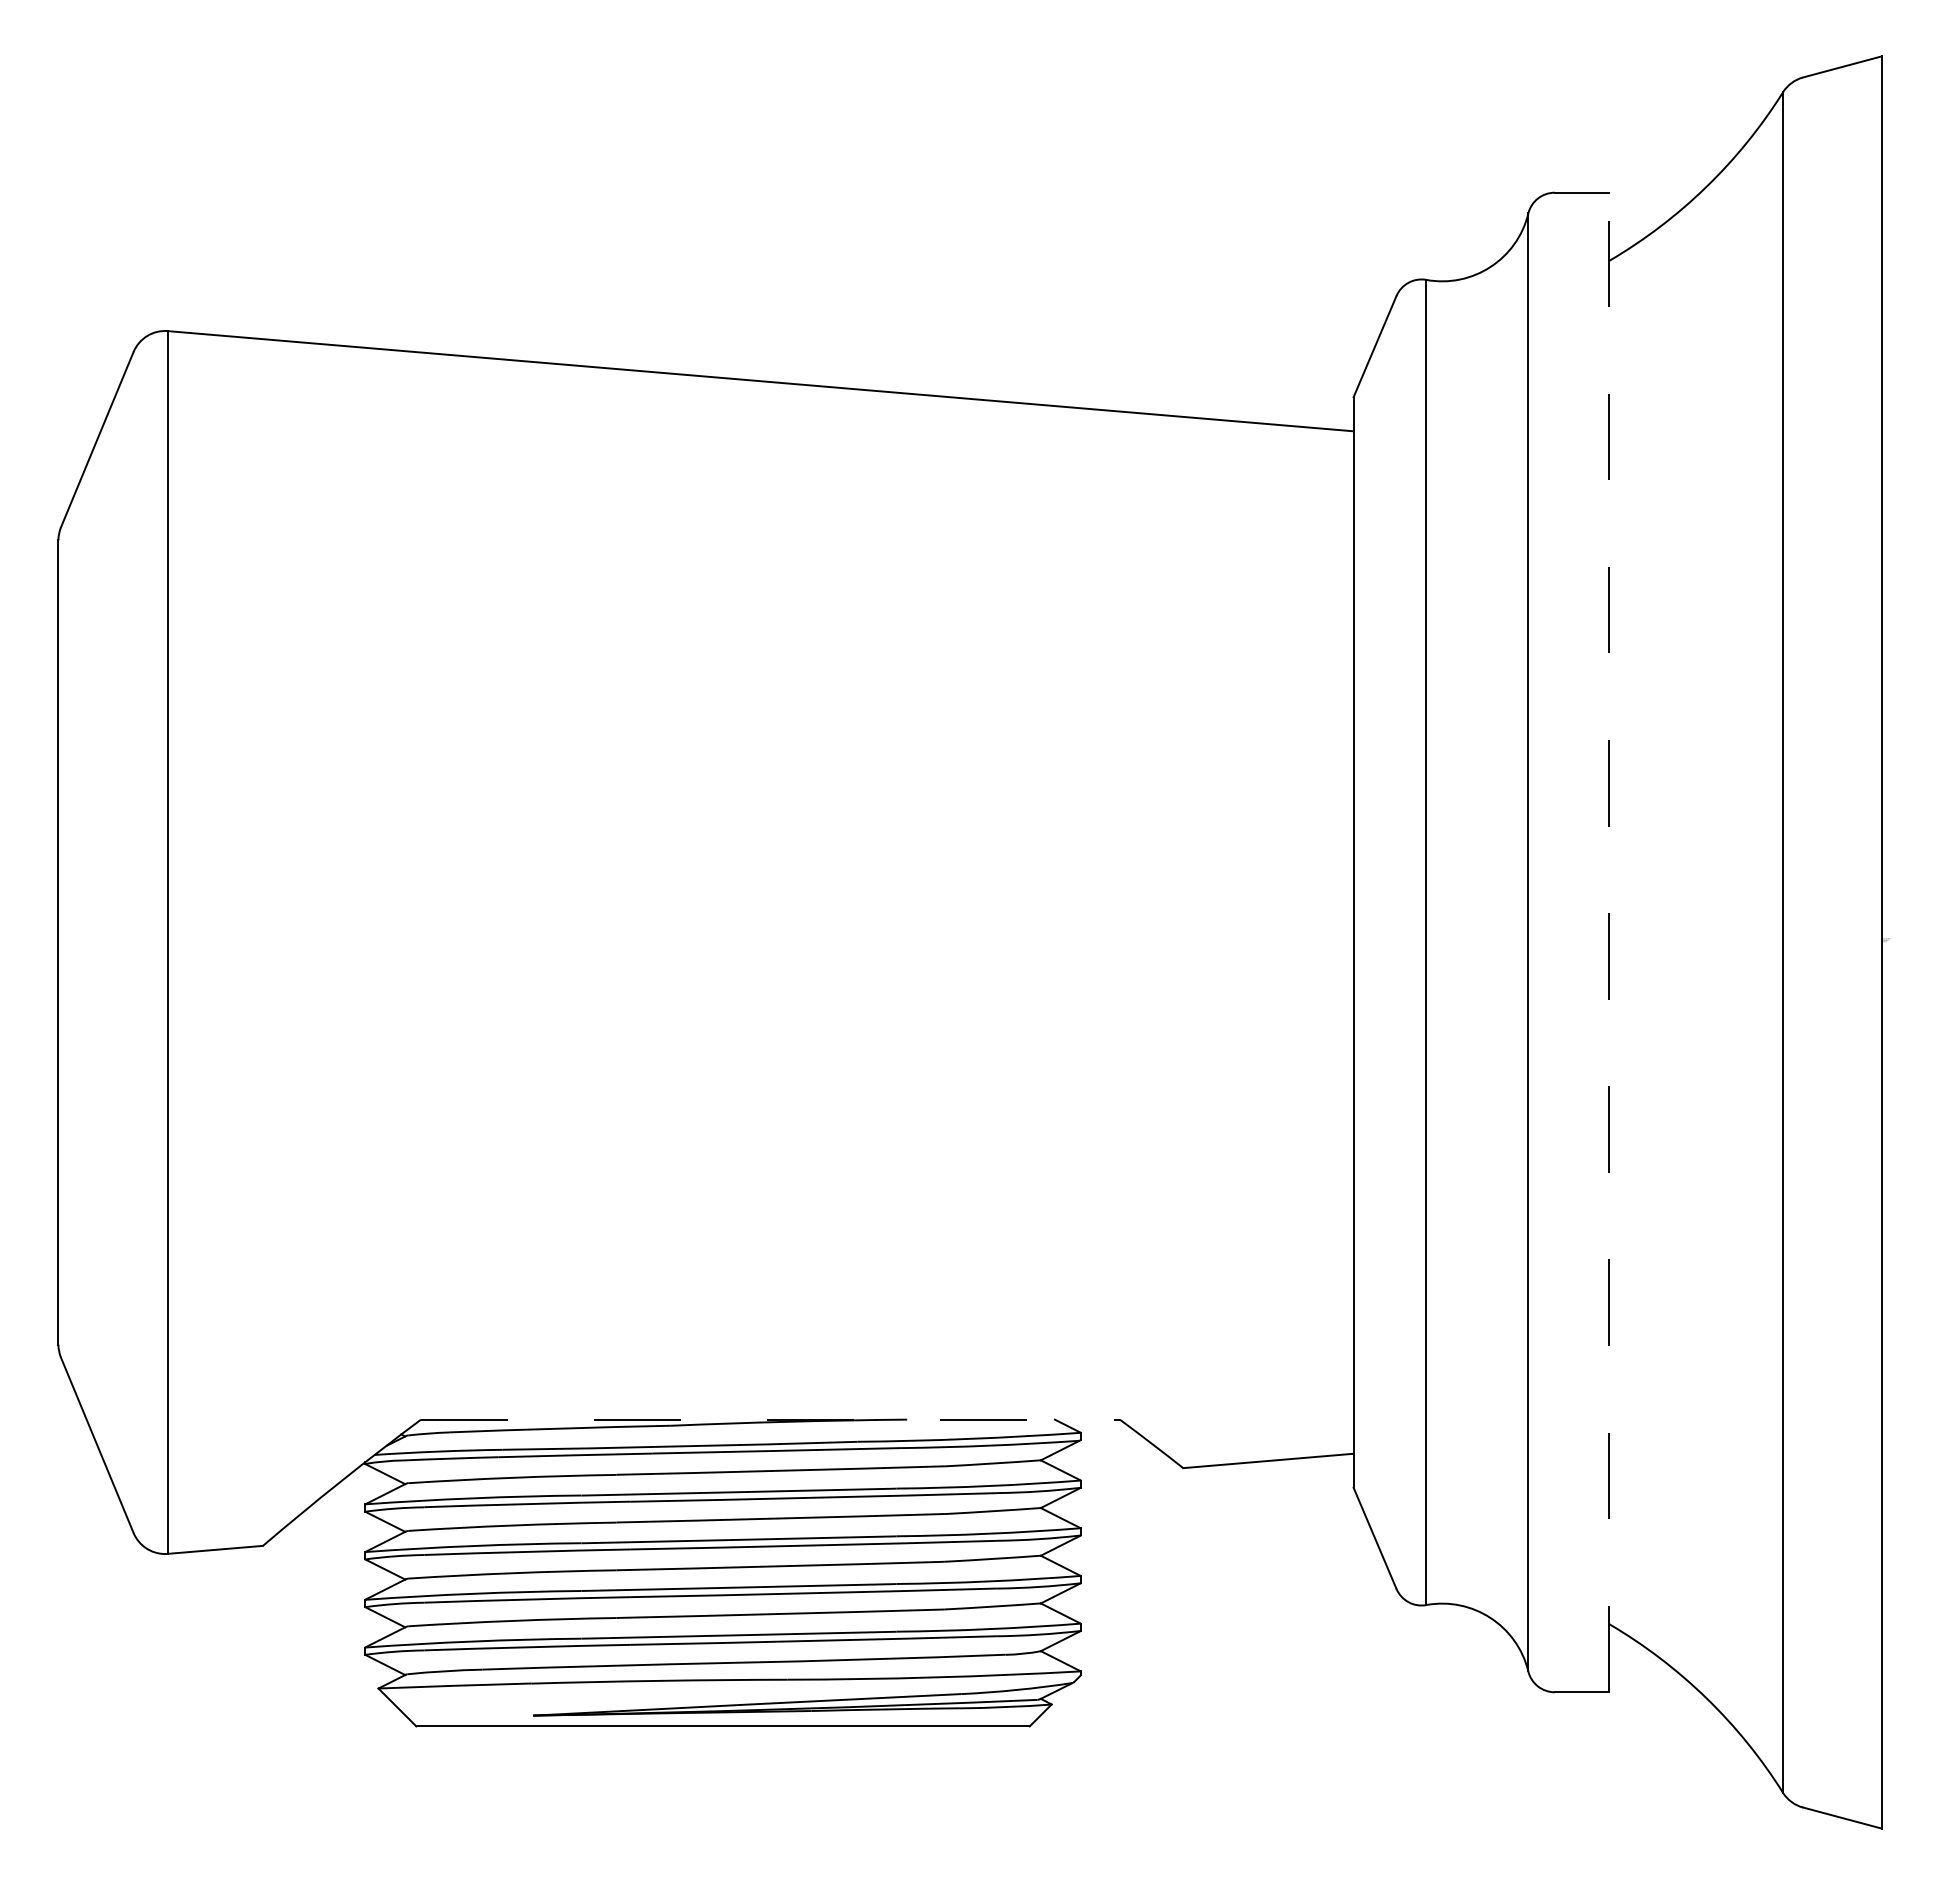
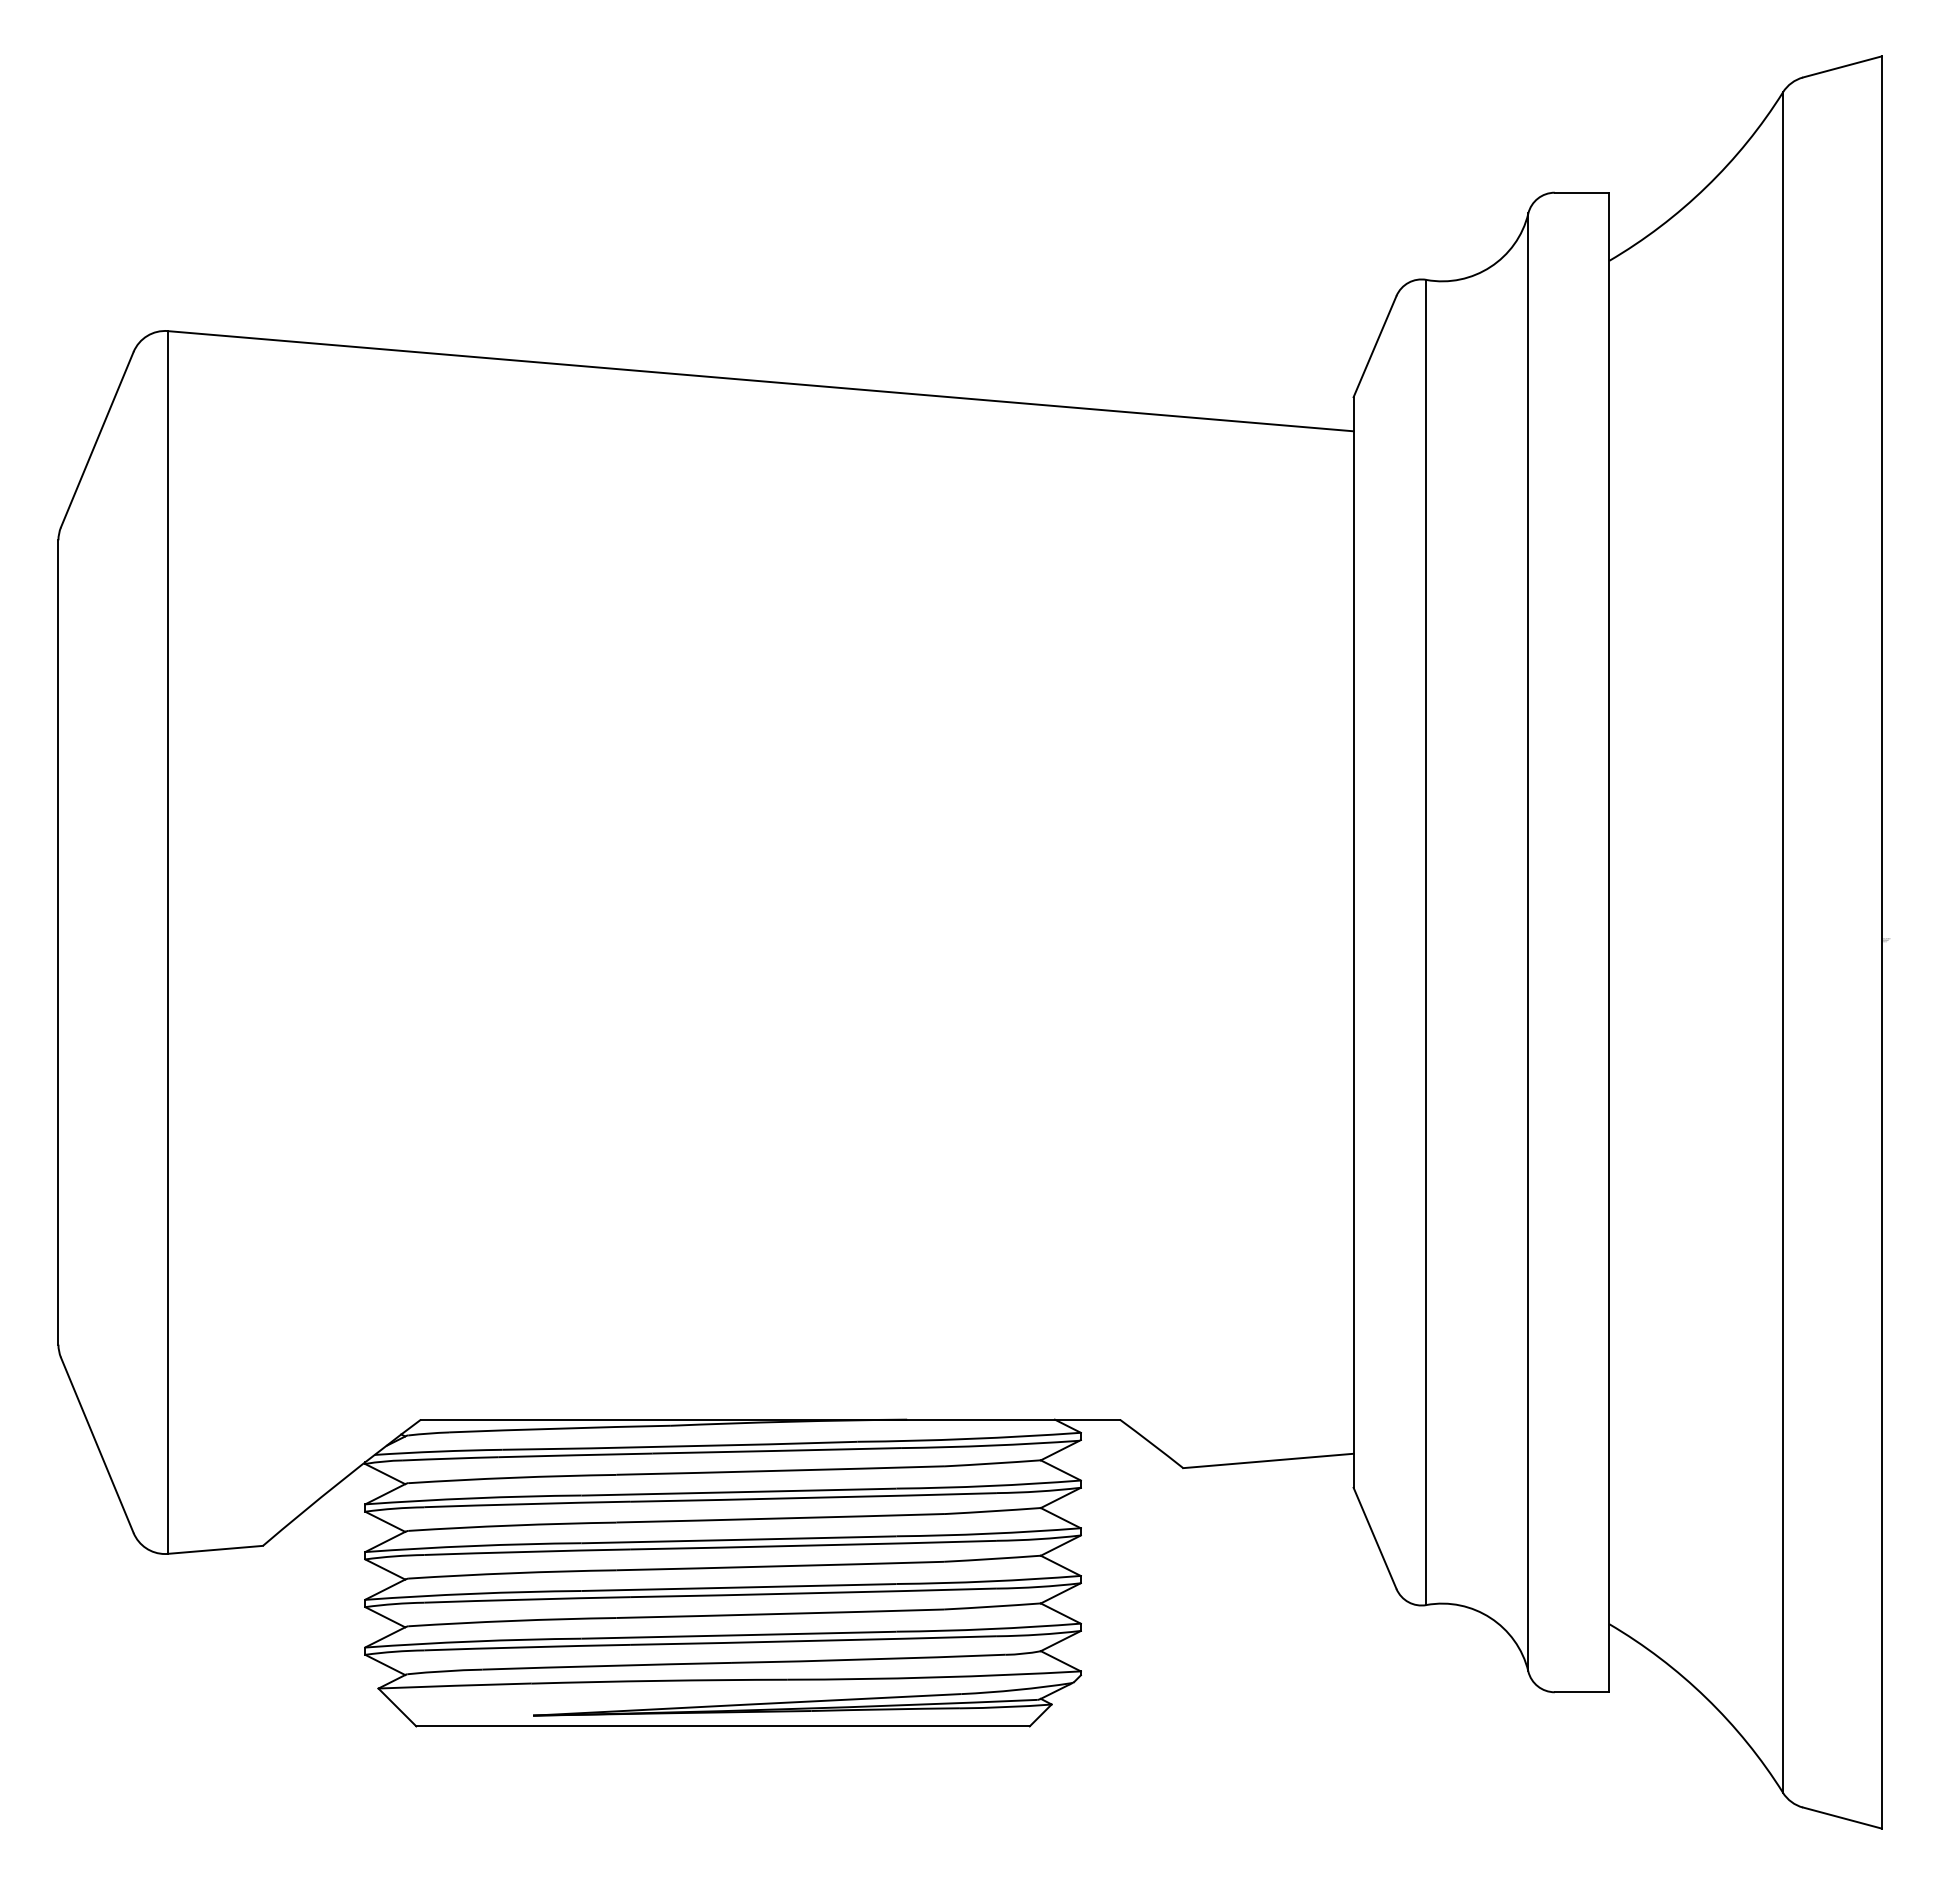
line at (1609, 942): dashed -> solid
line at (770, 1419): dashed -> solid
